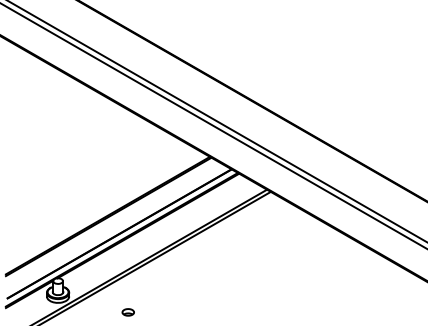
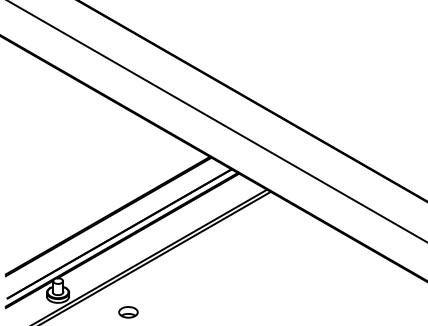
line at (213, 125): present -> none
part at (127, 312) size: 14x9 px -> 21x13 px
